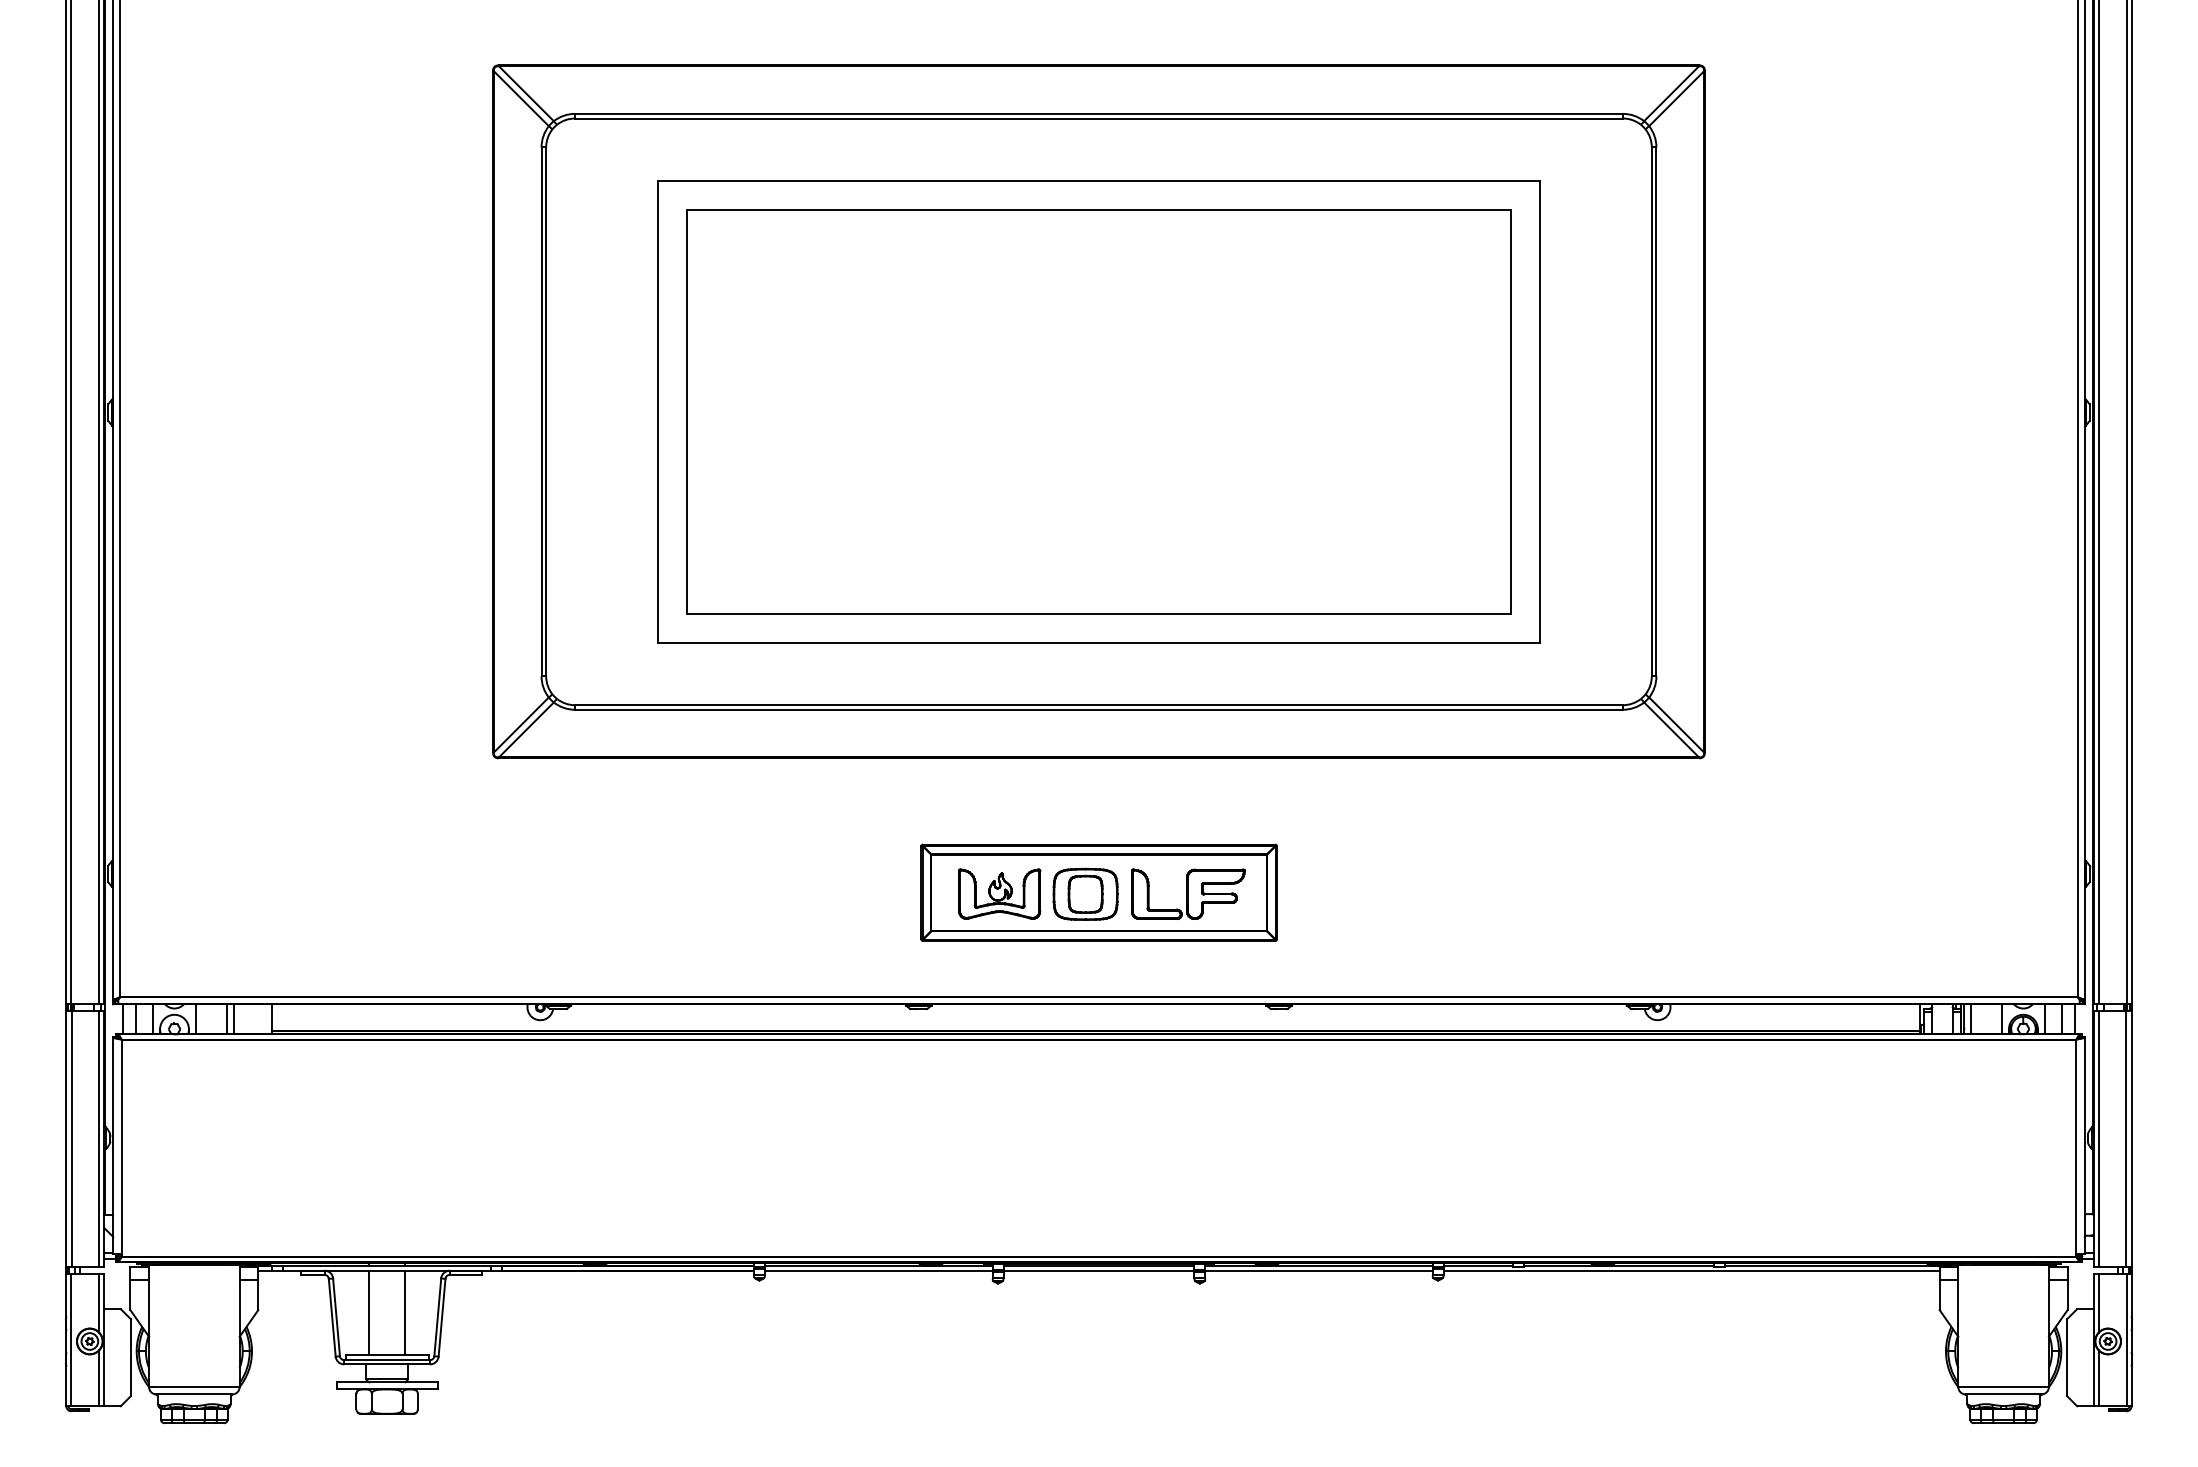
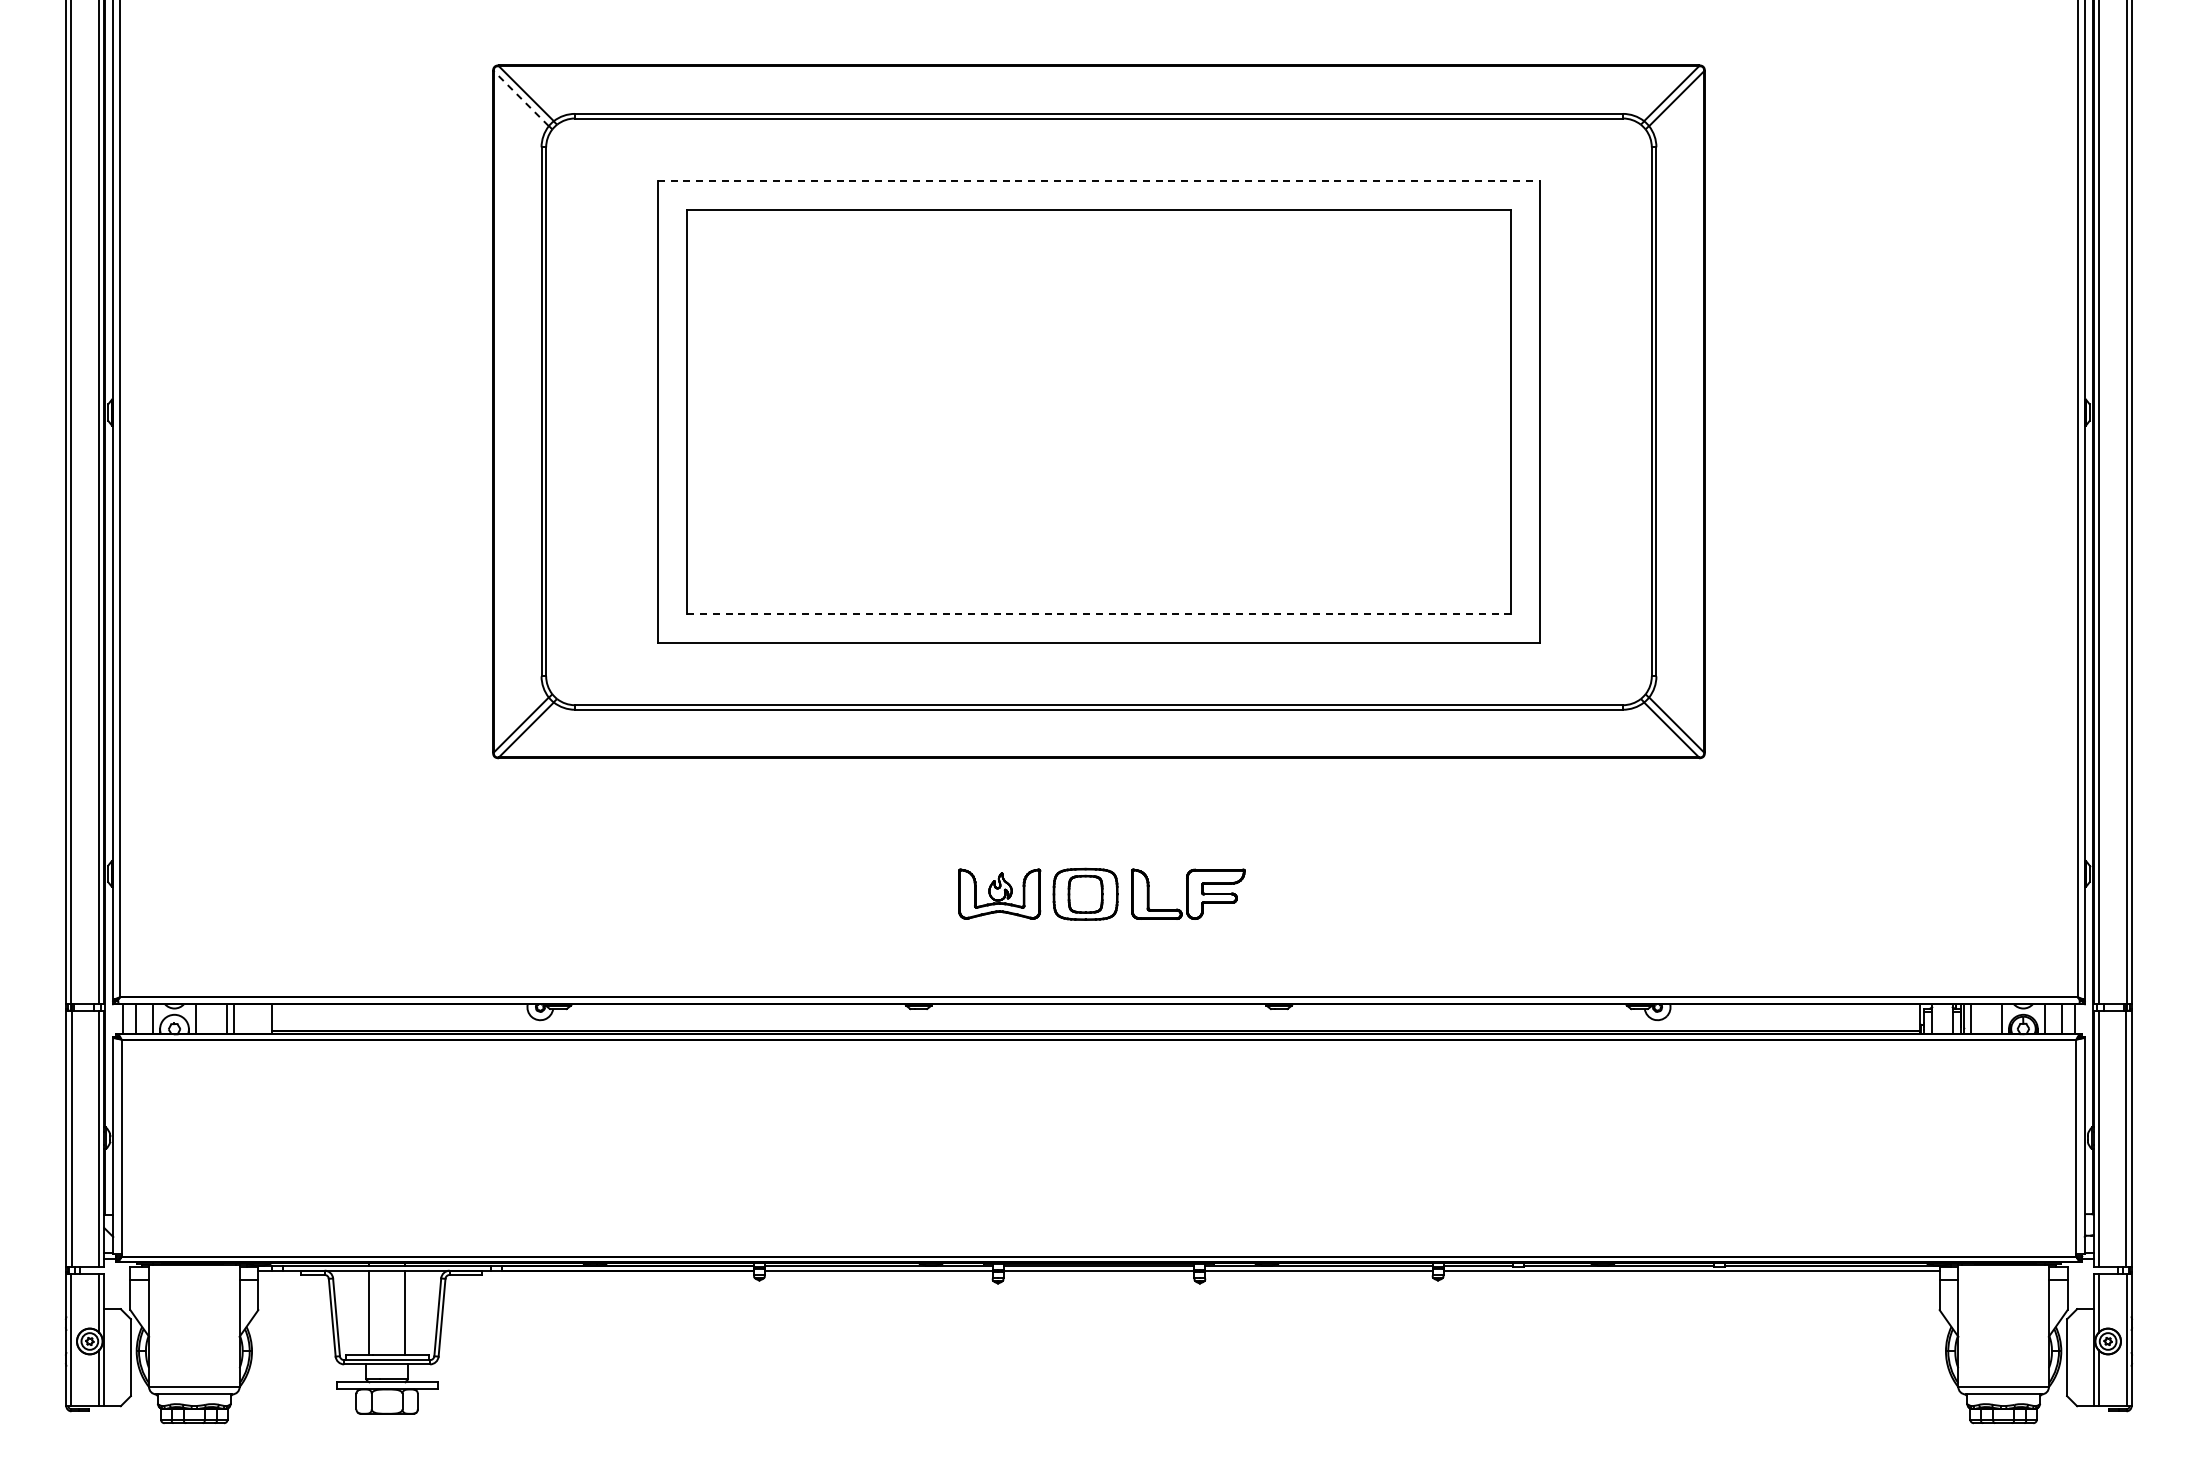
line at (521, 98): solid -> dashed
line at (1099, 181): solid -> dashed
line at (1098, 613): solid -> dashed
part at (1098, 892): present -> none
